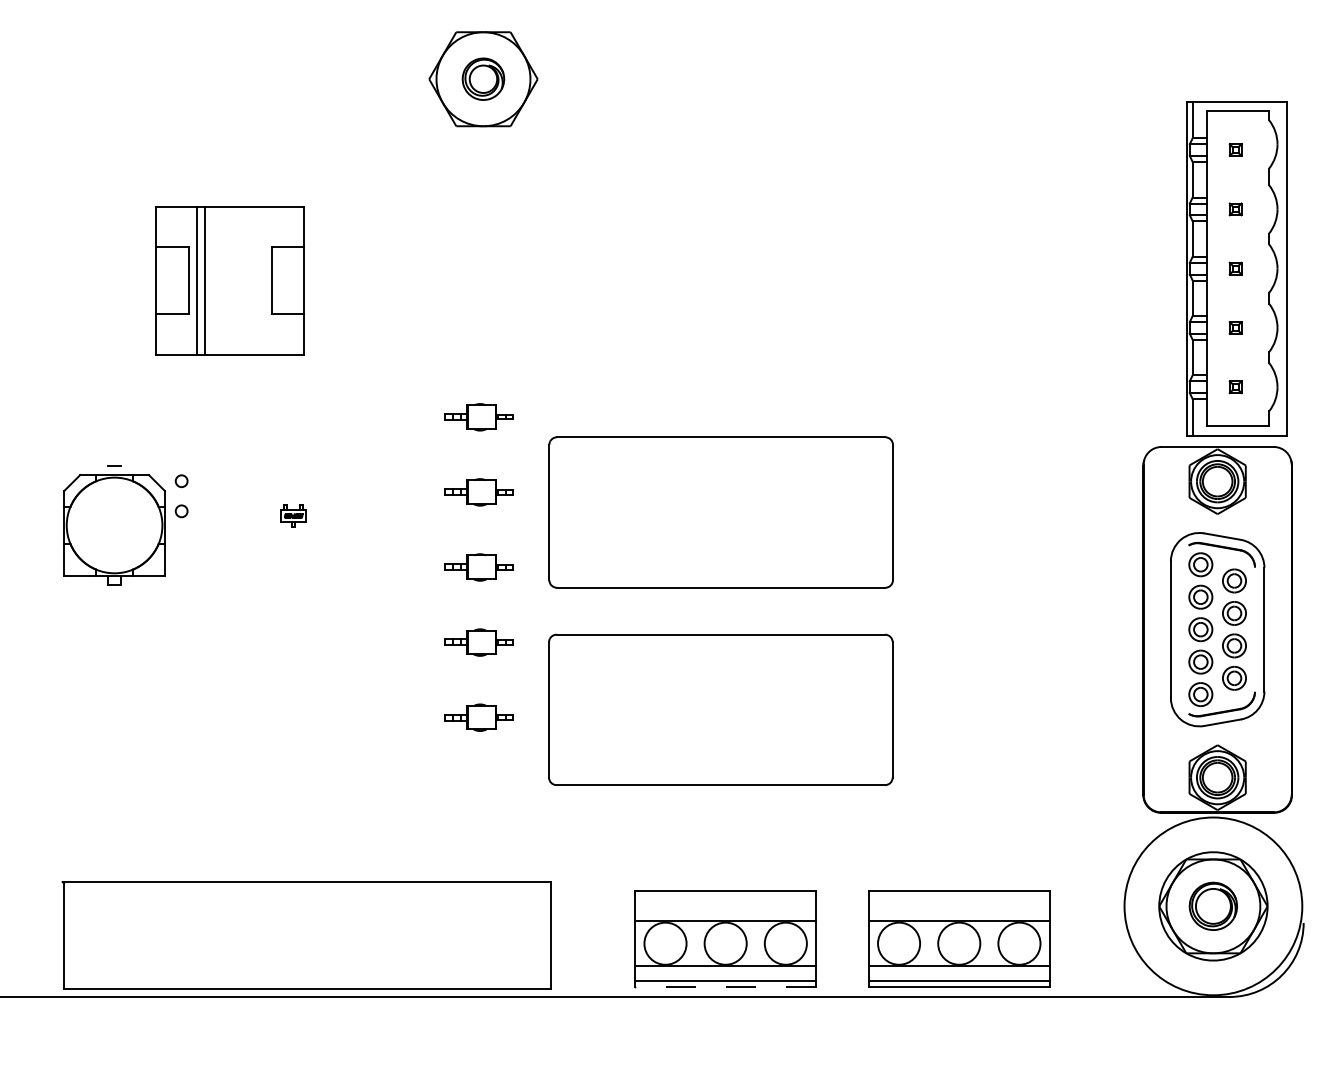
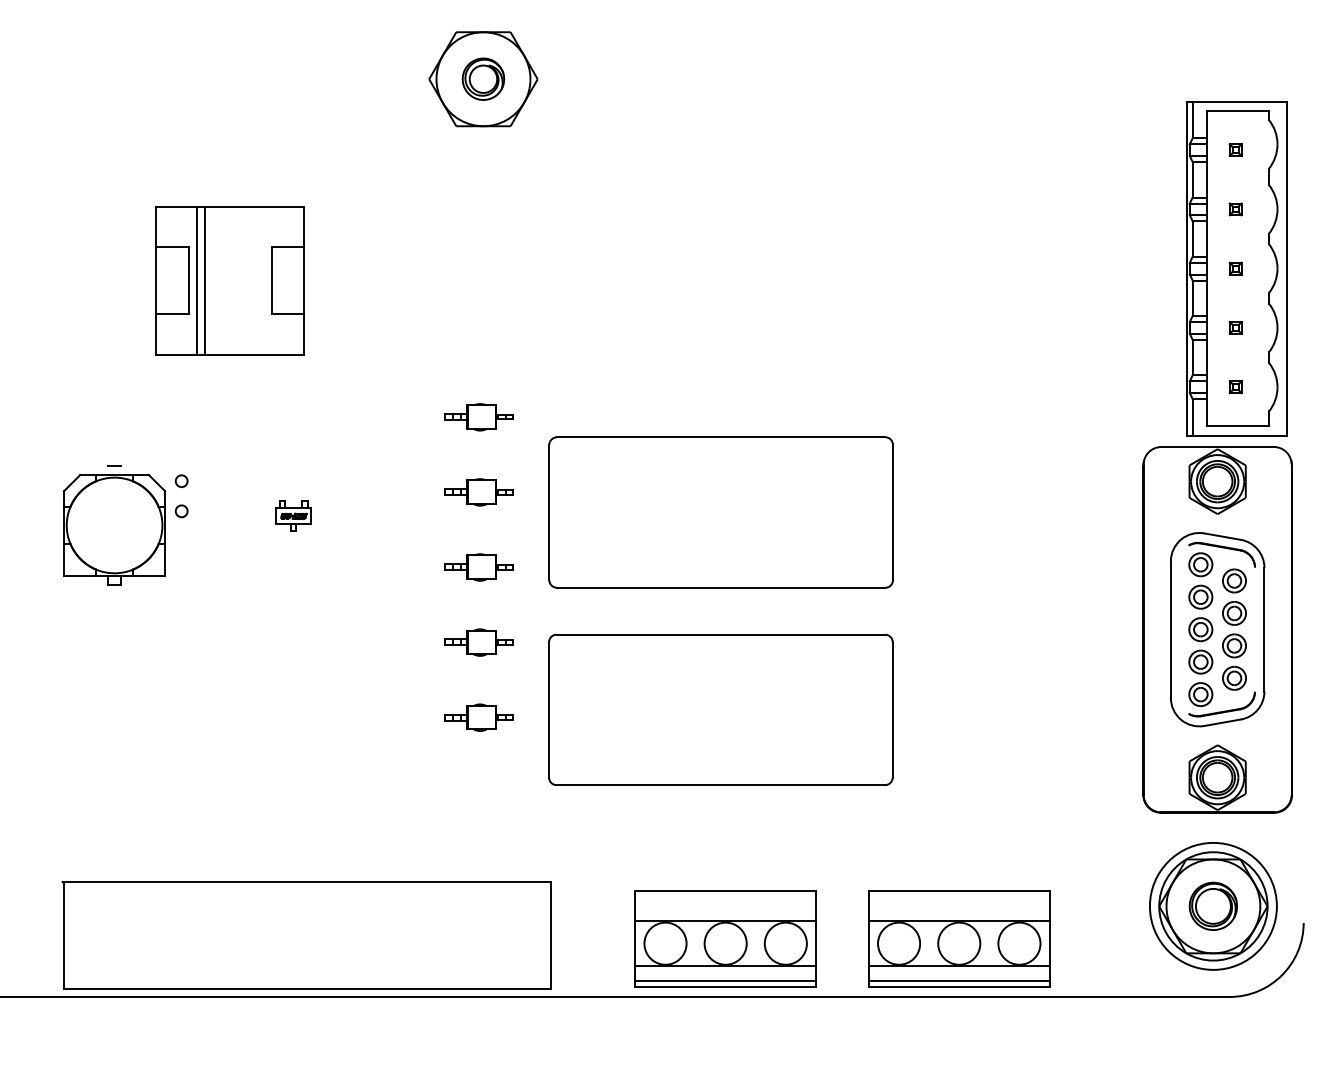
part at (293, 515) size: 27x24 px -> 37x32 px
circle at (1213, 906) diameter: 178 px -> 127 px
line at (725, 987): dashed -> solid
